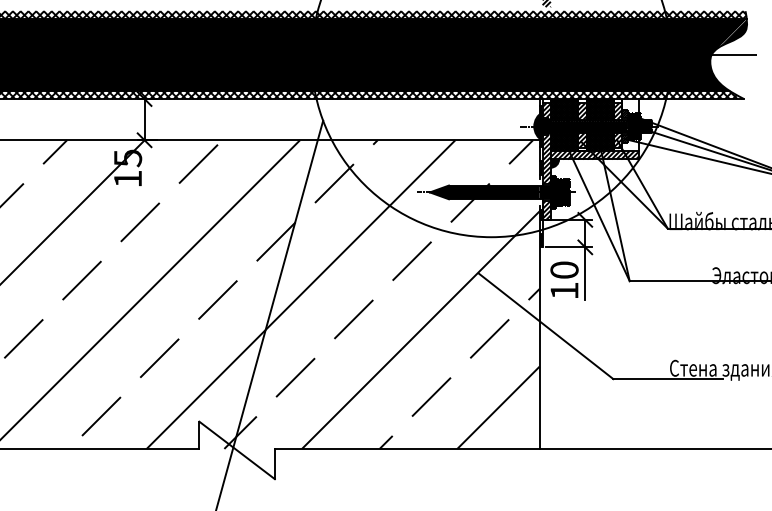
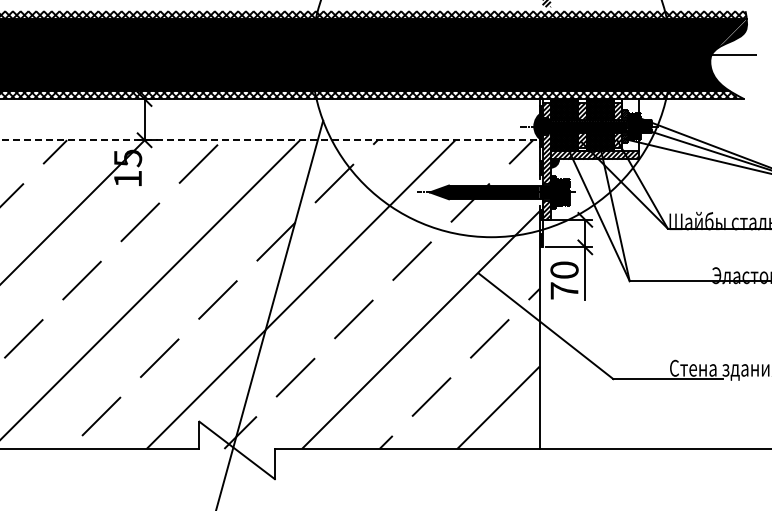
line at (269, 140): solid -> dashed
text at (564, 290): 10 -> 70
